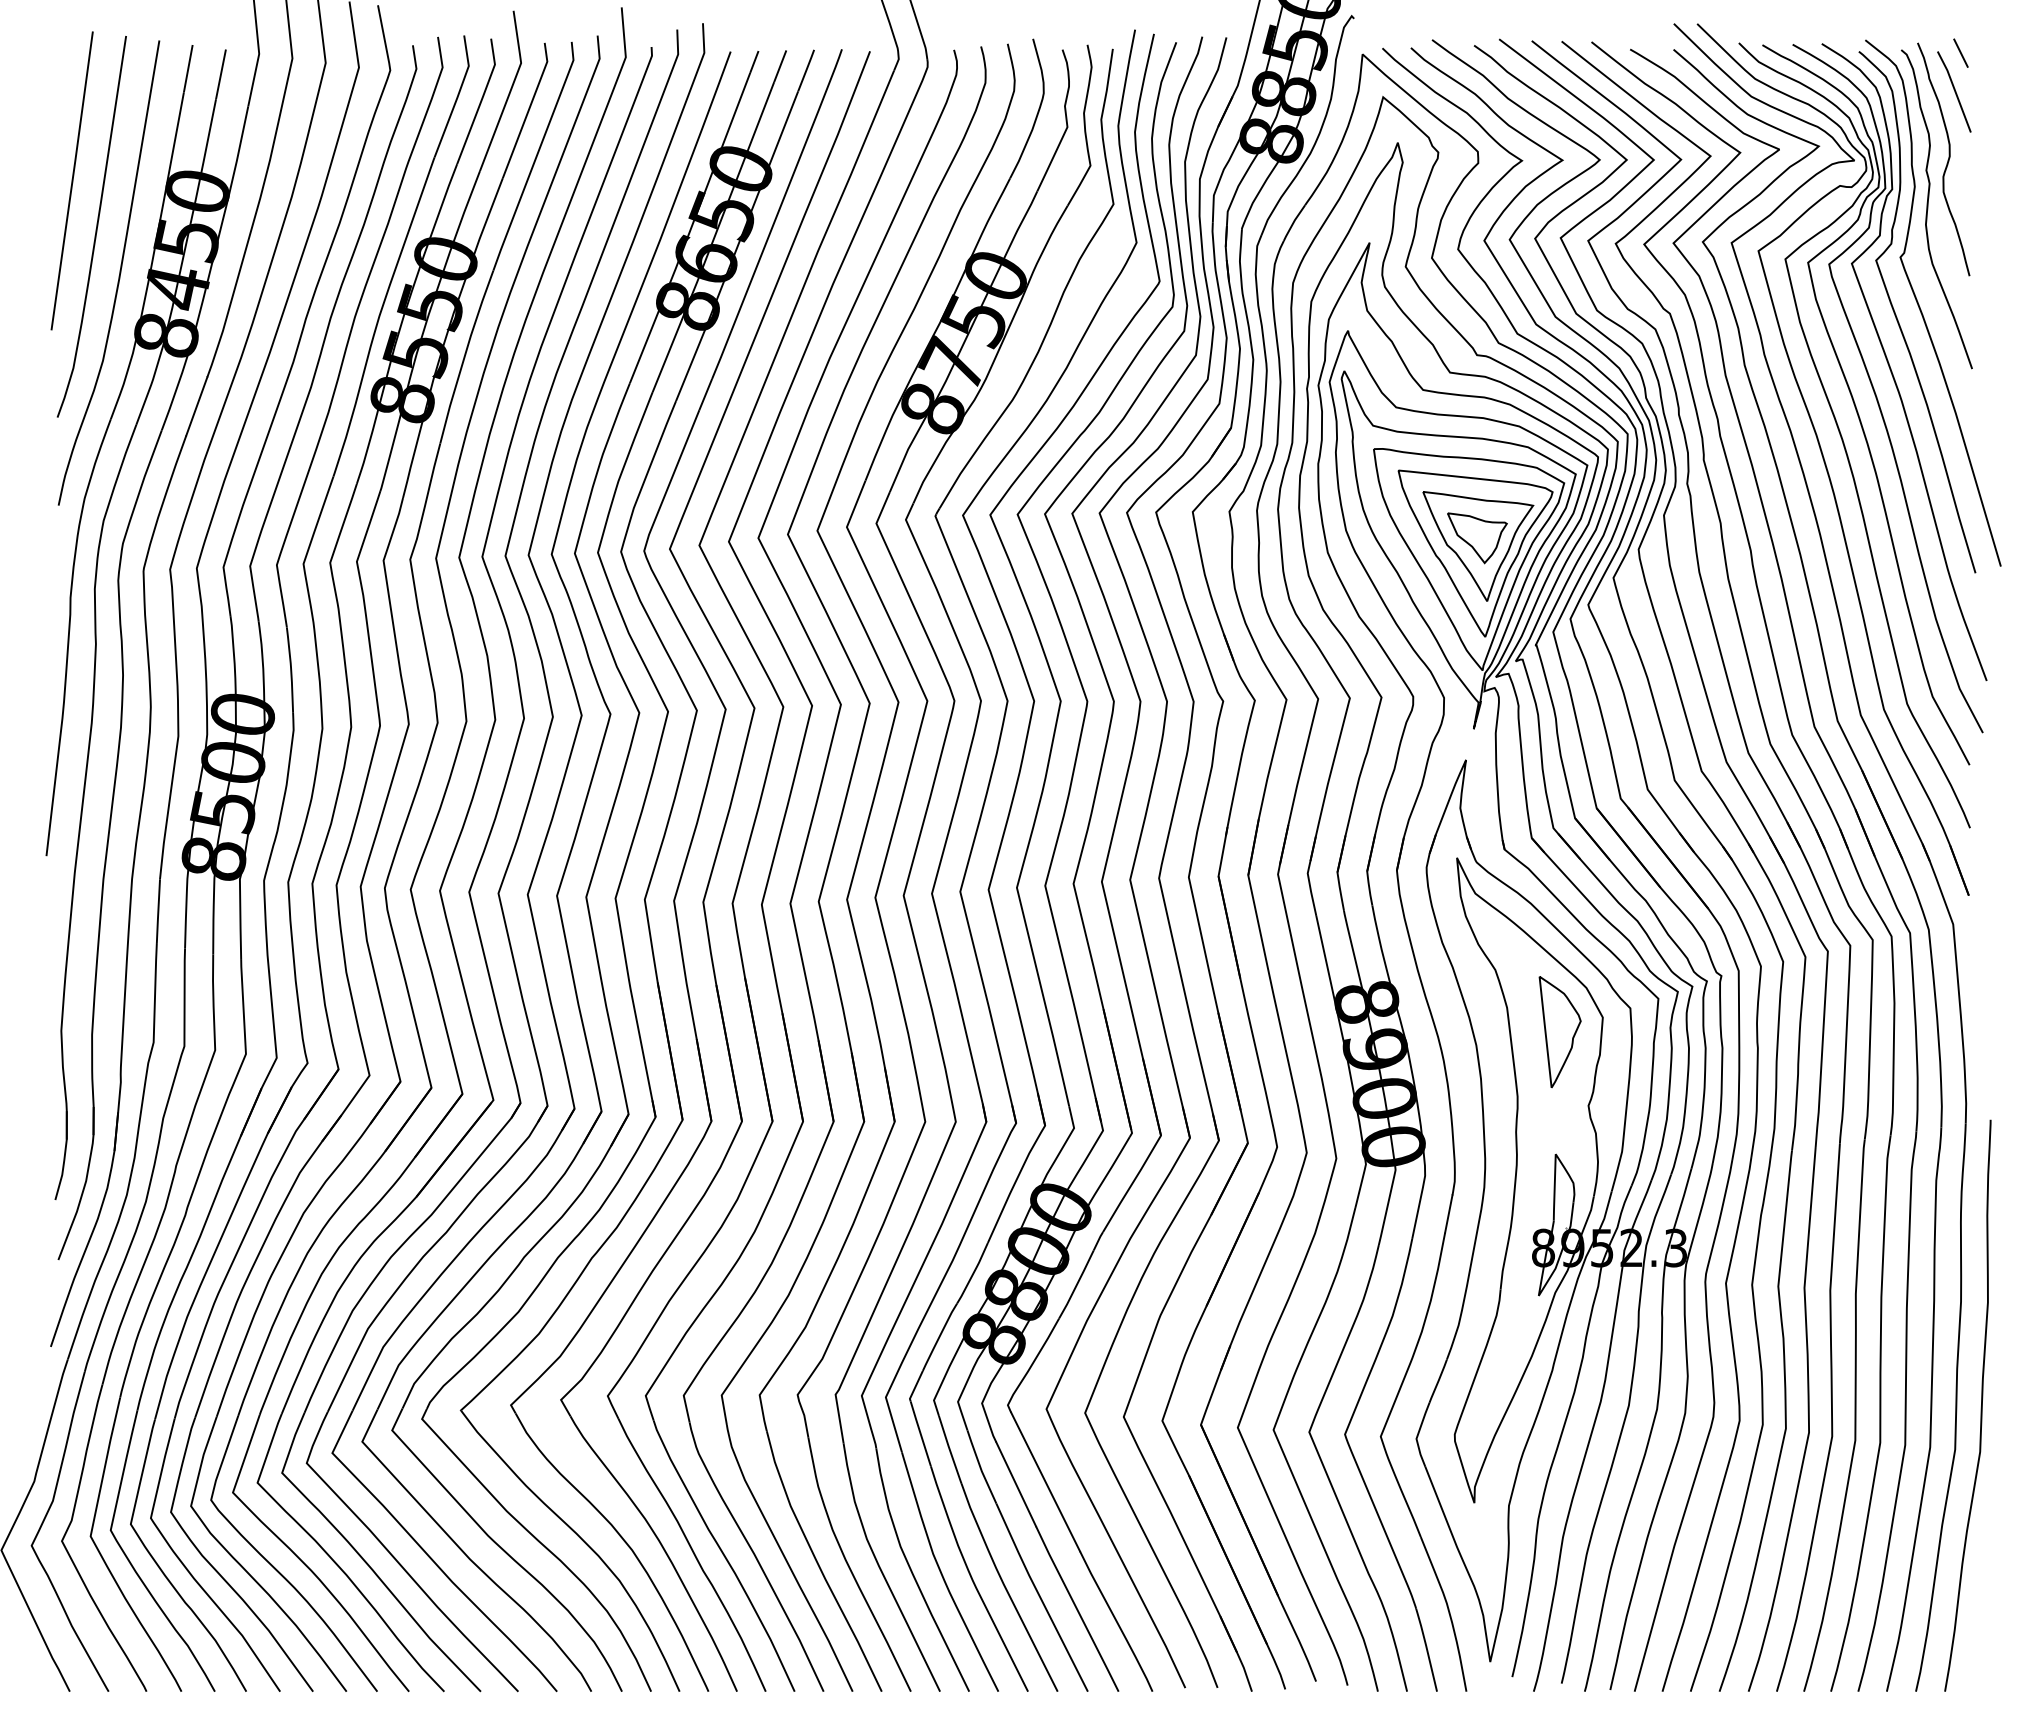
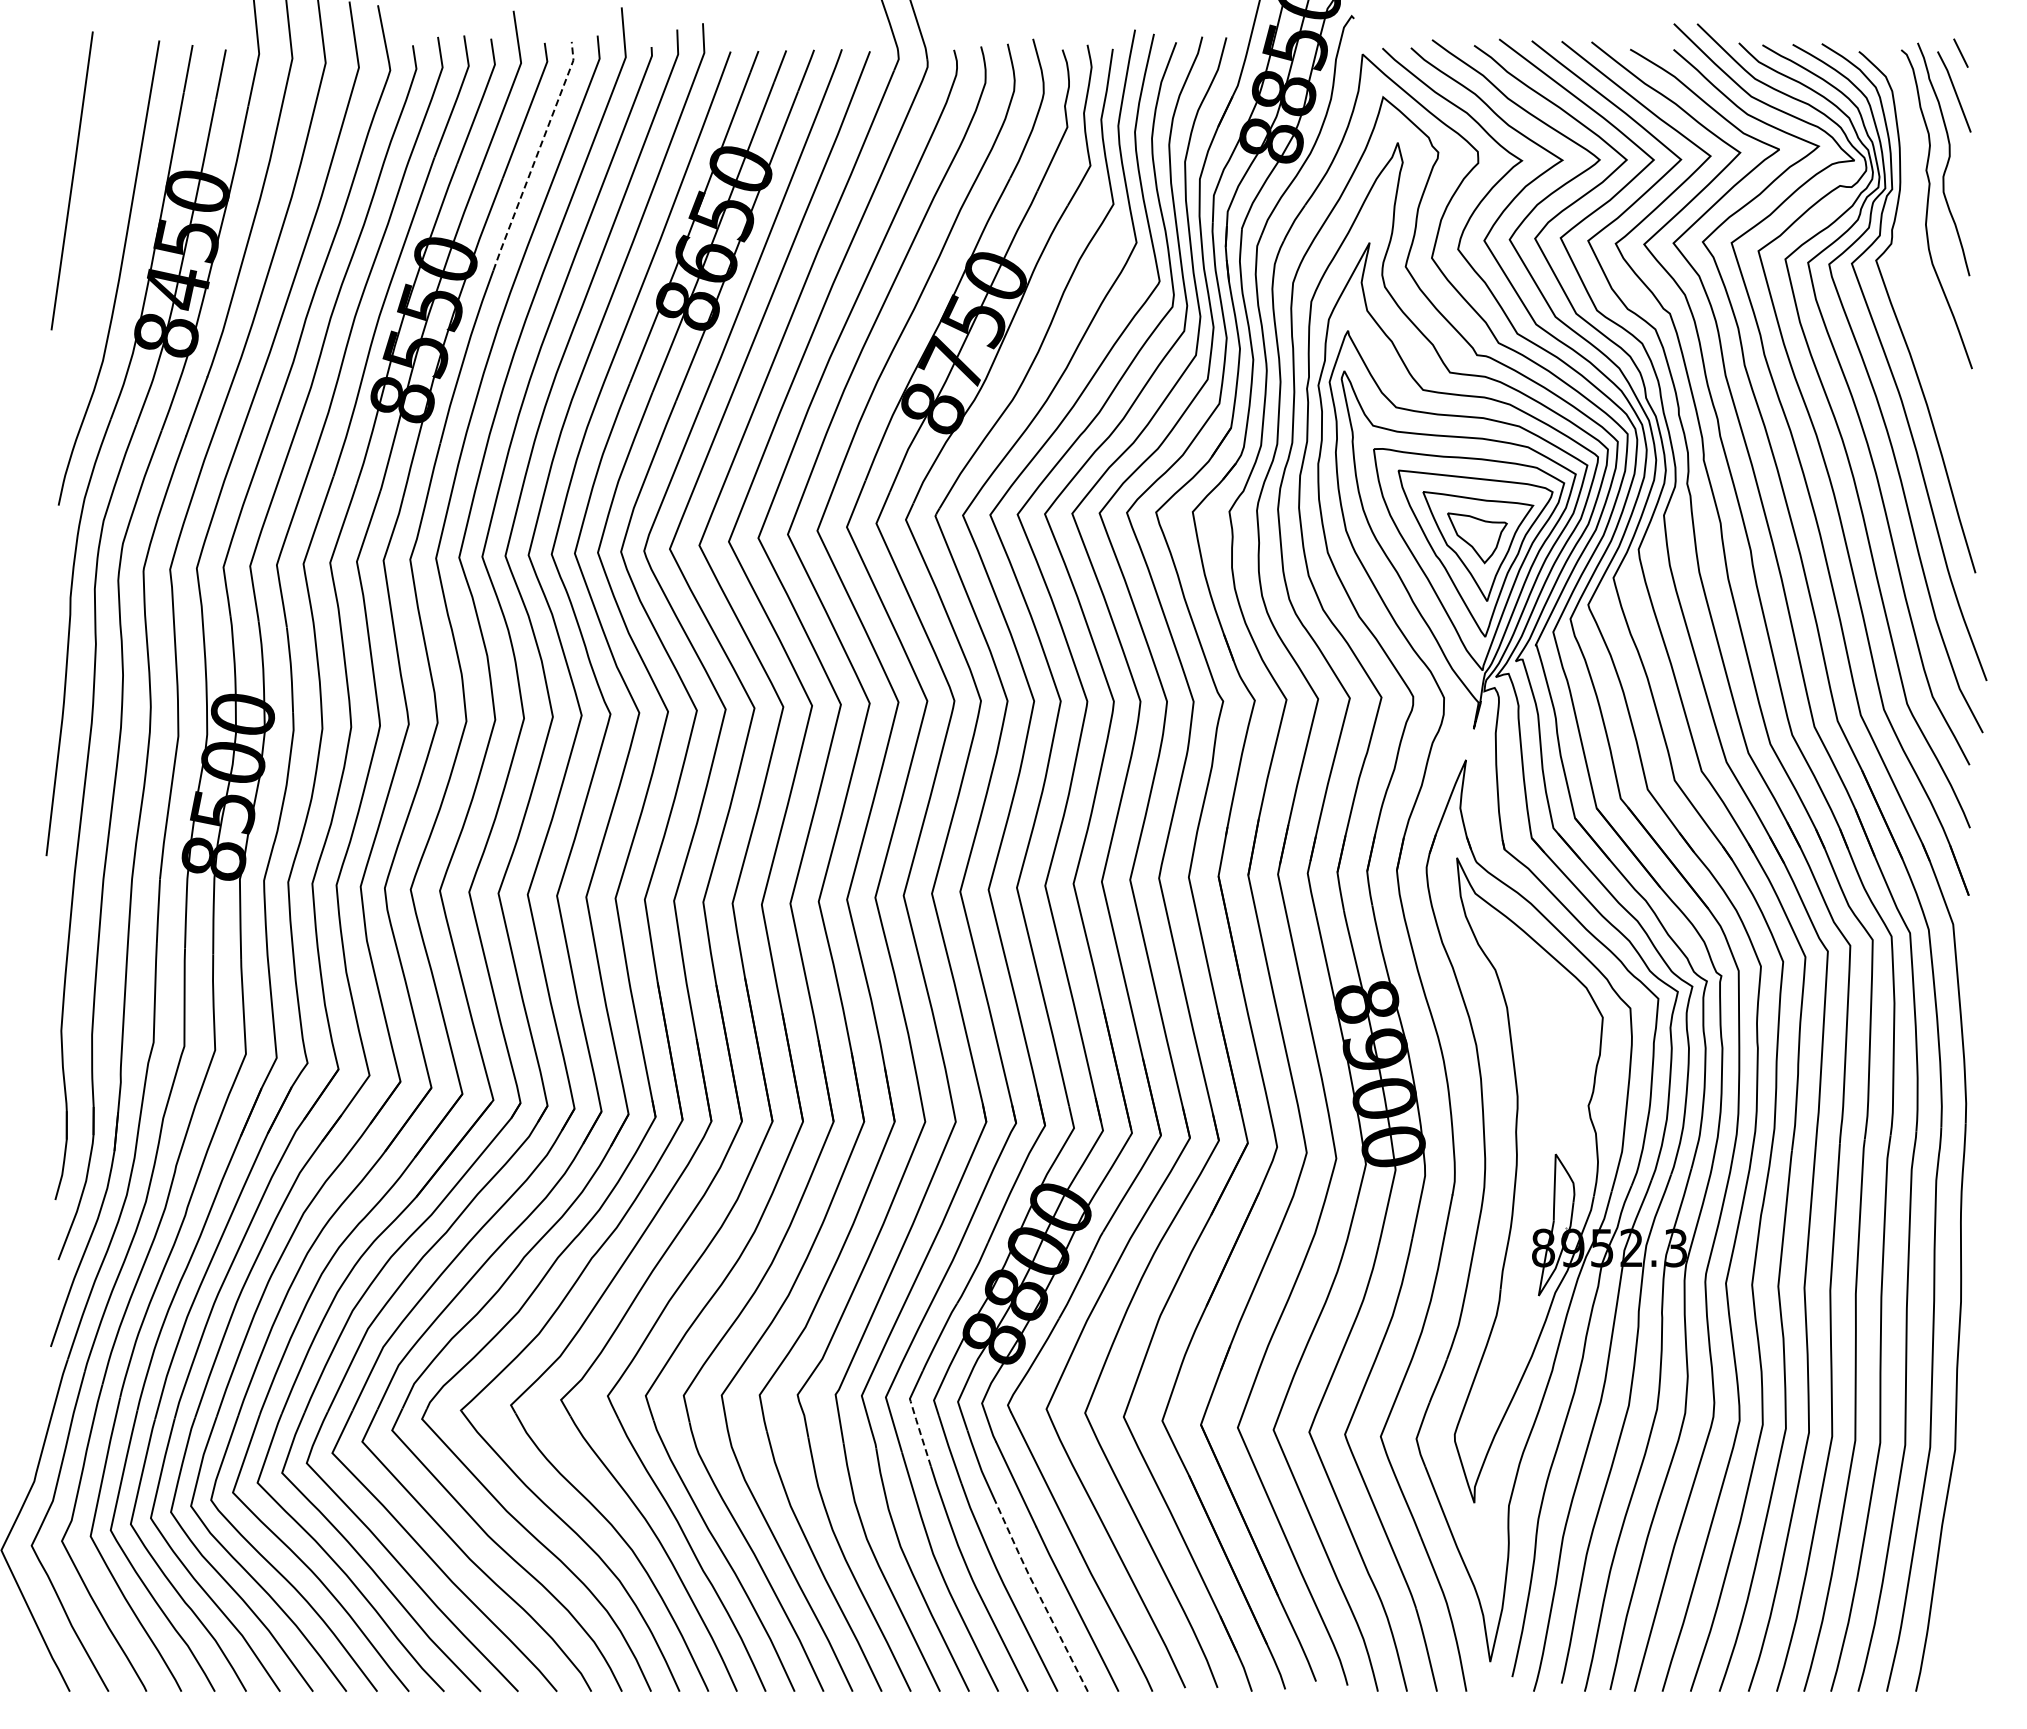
line at (536, 156): solid -> dashed
curve at (96, 226): present -> none
curve at (1920, 306): present -> none
part at (1559, 1032): present -> none
curve at (1980, 1407): present -> none
line at (920, 1433): solid -> dashed
line at (1039, 1596): solid -> dashed
